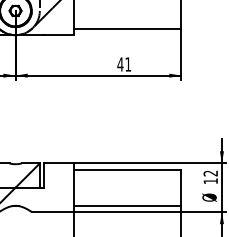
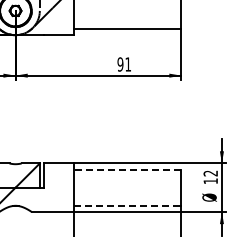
text at (120, 64): 41 -> 91
line at (127, 169): solid -> dashed
line at (127, 205): solid -> dashed
